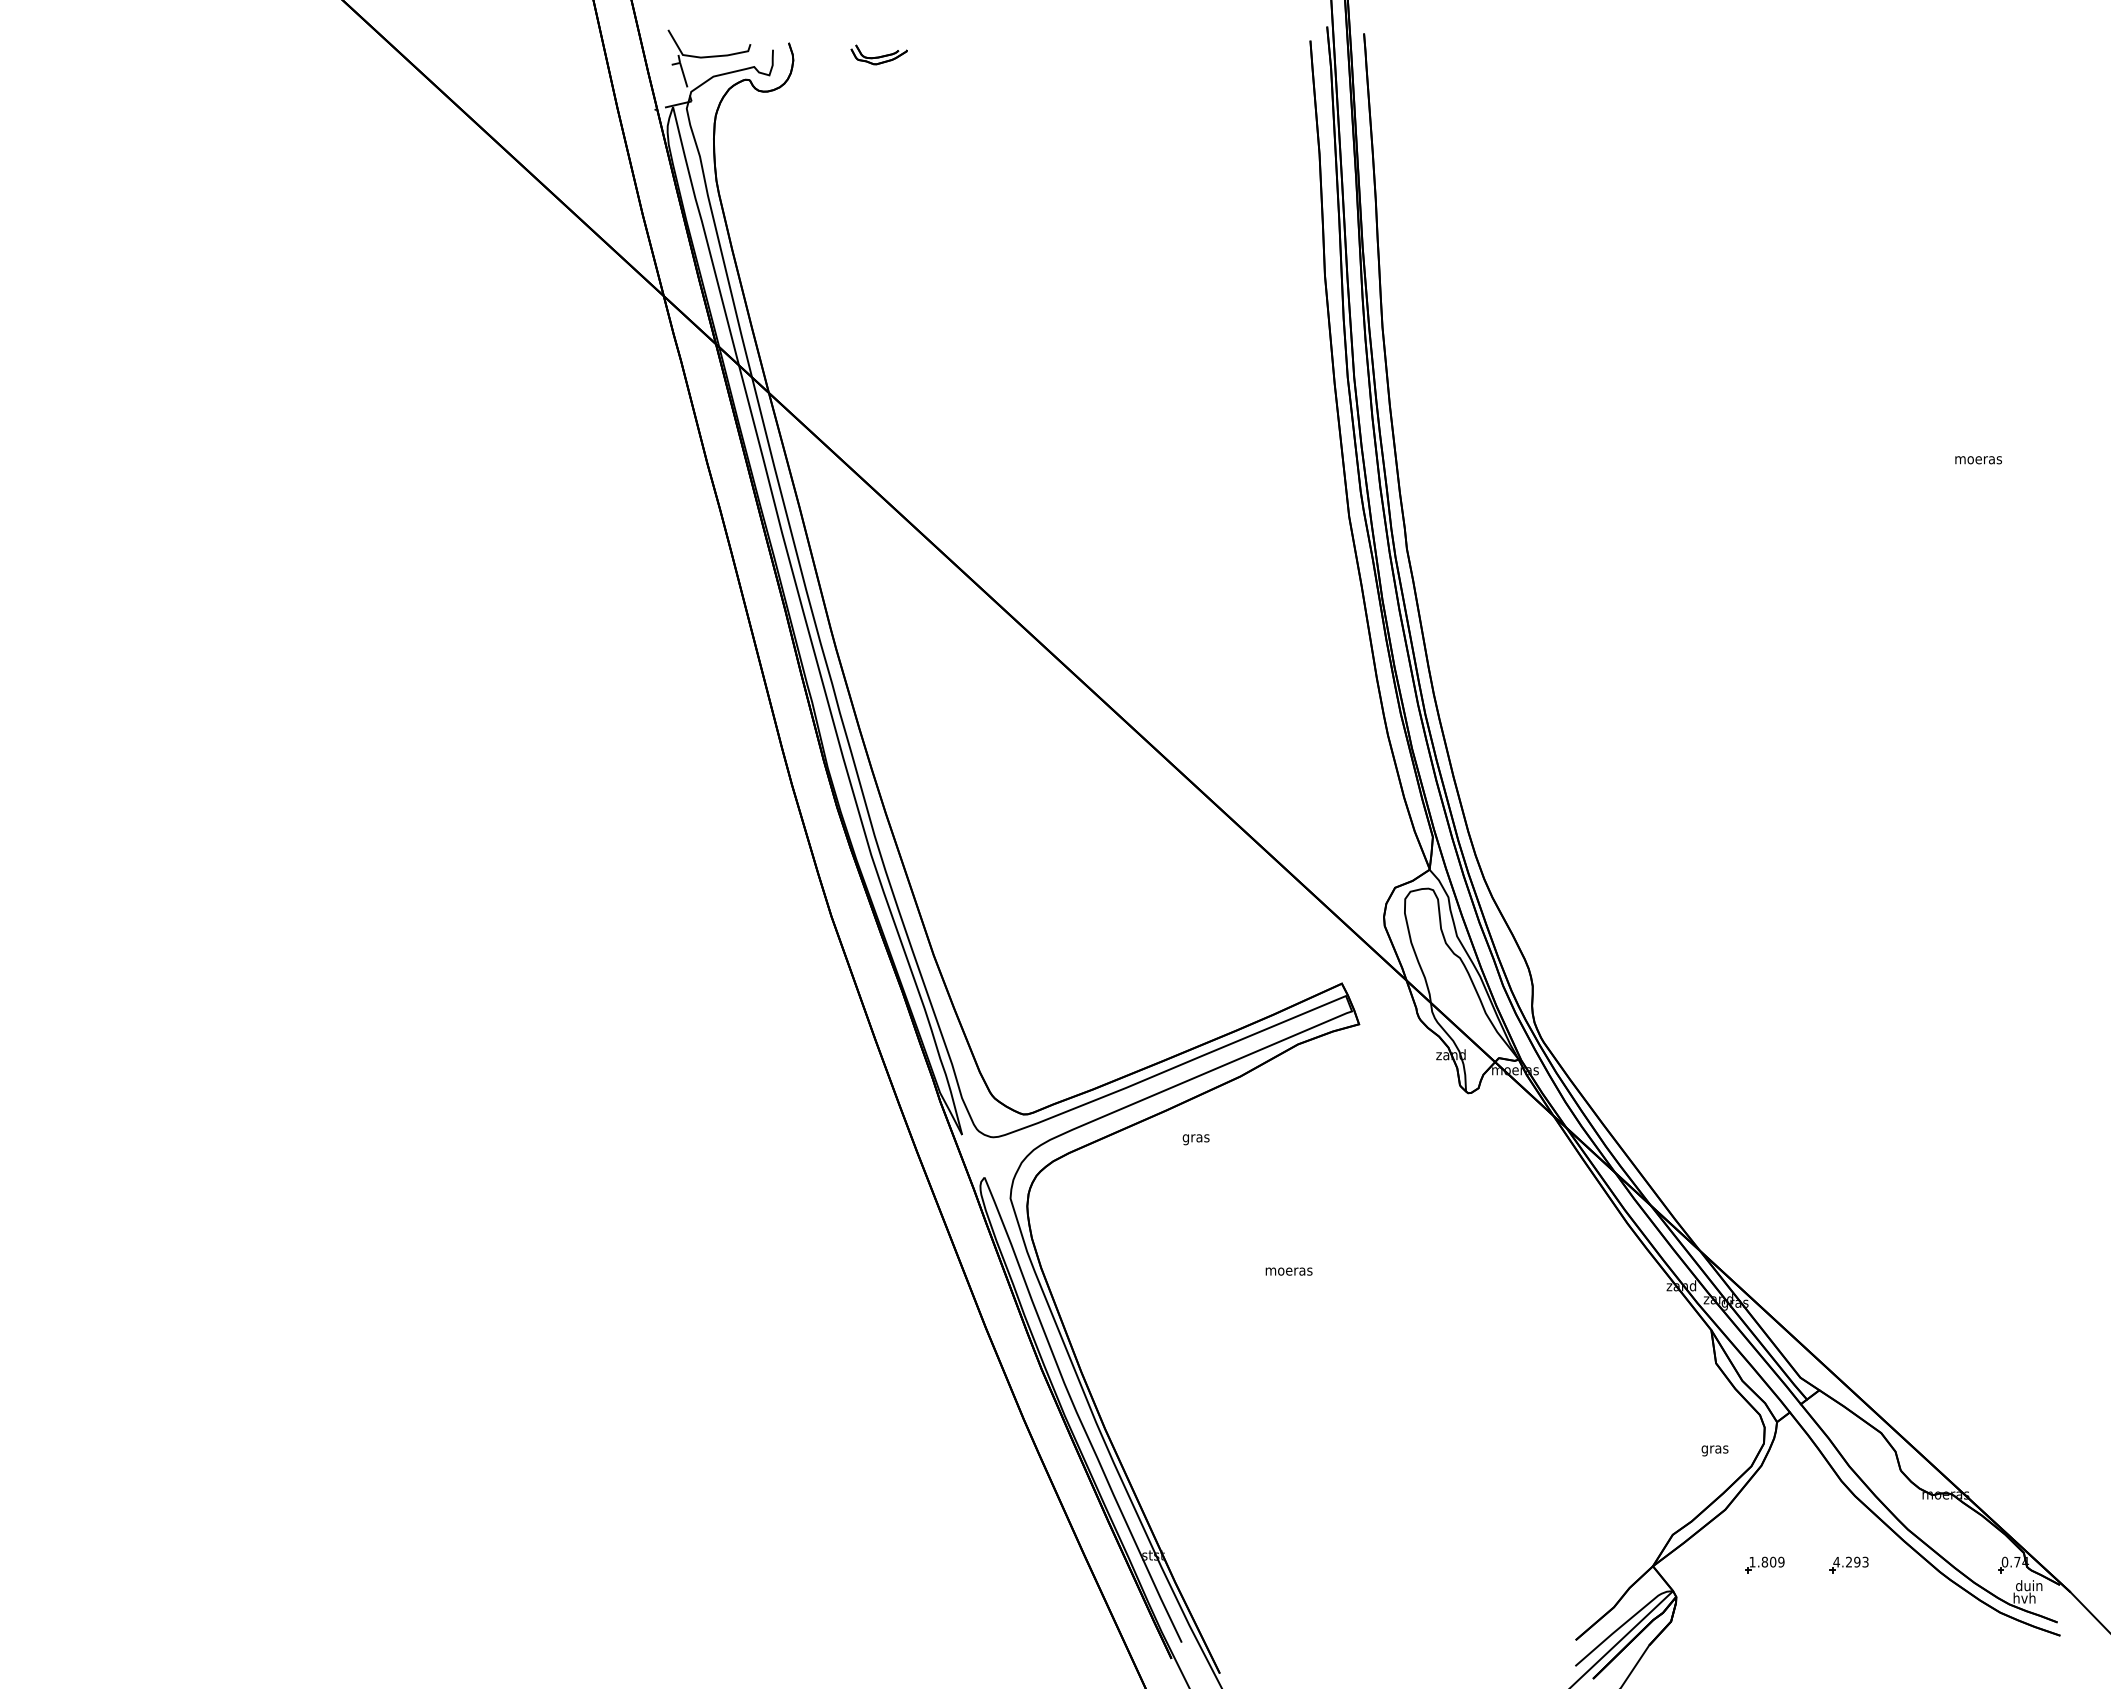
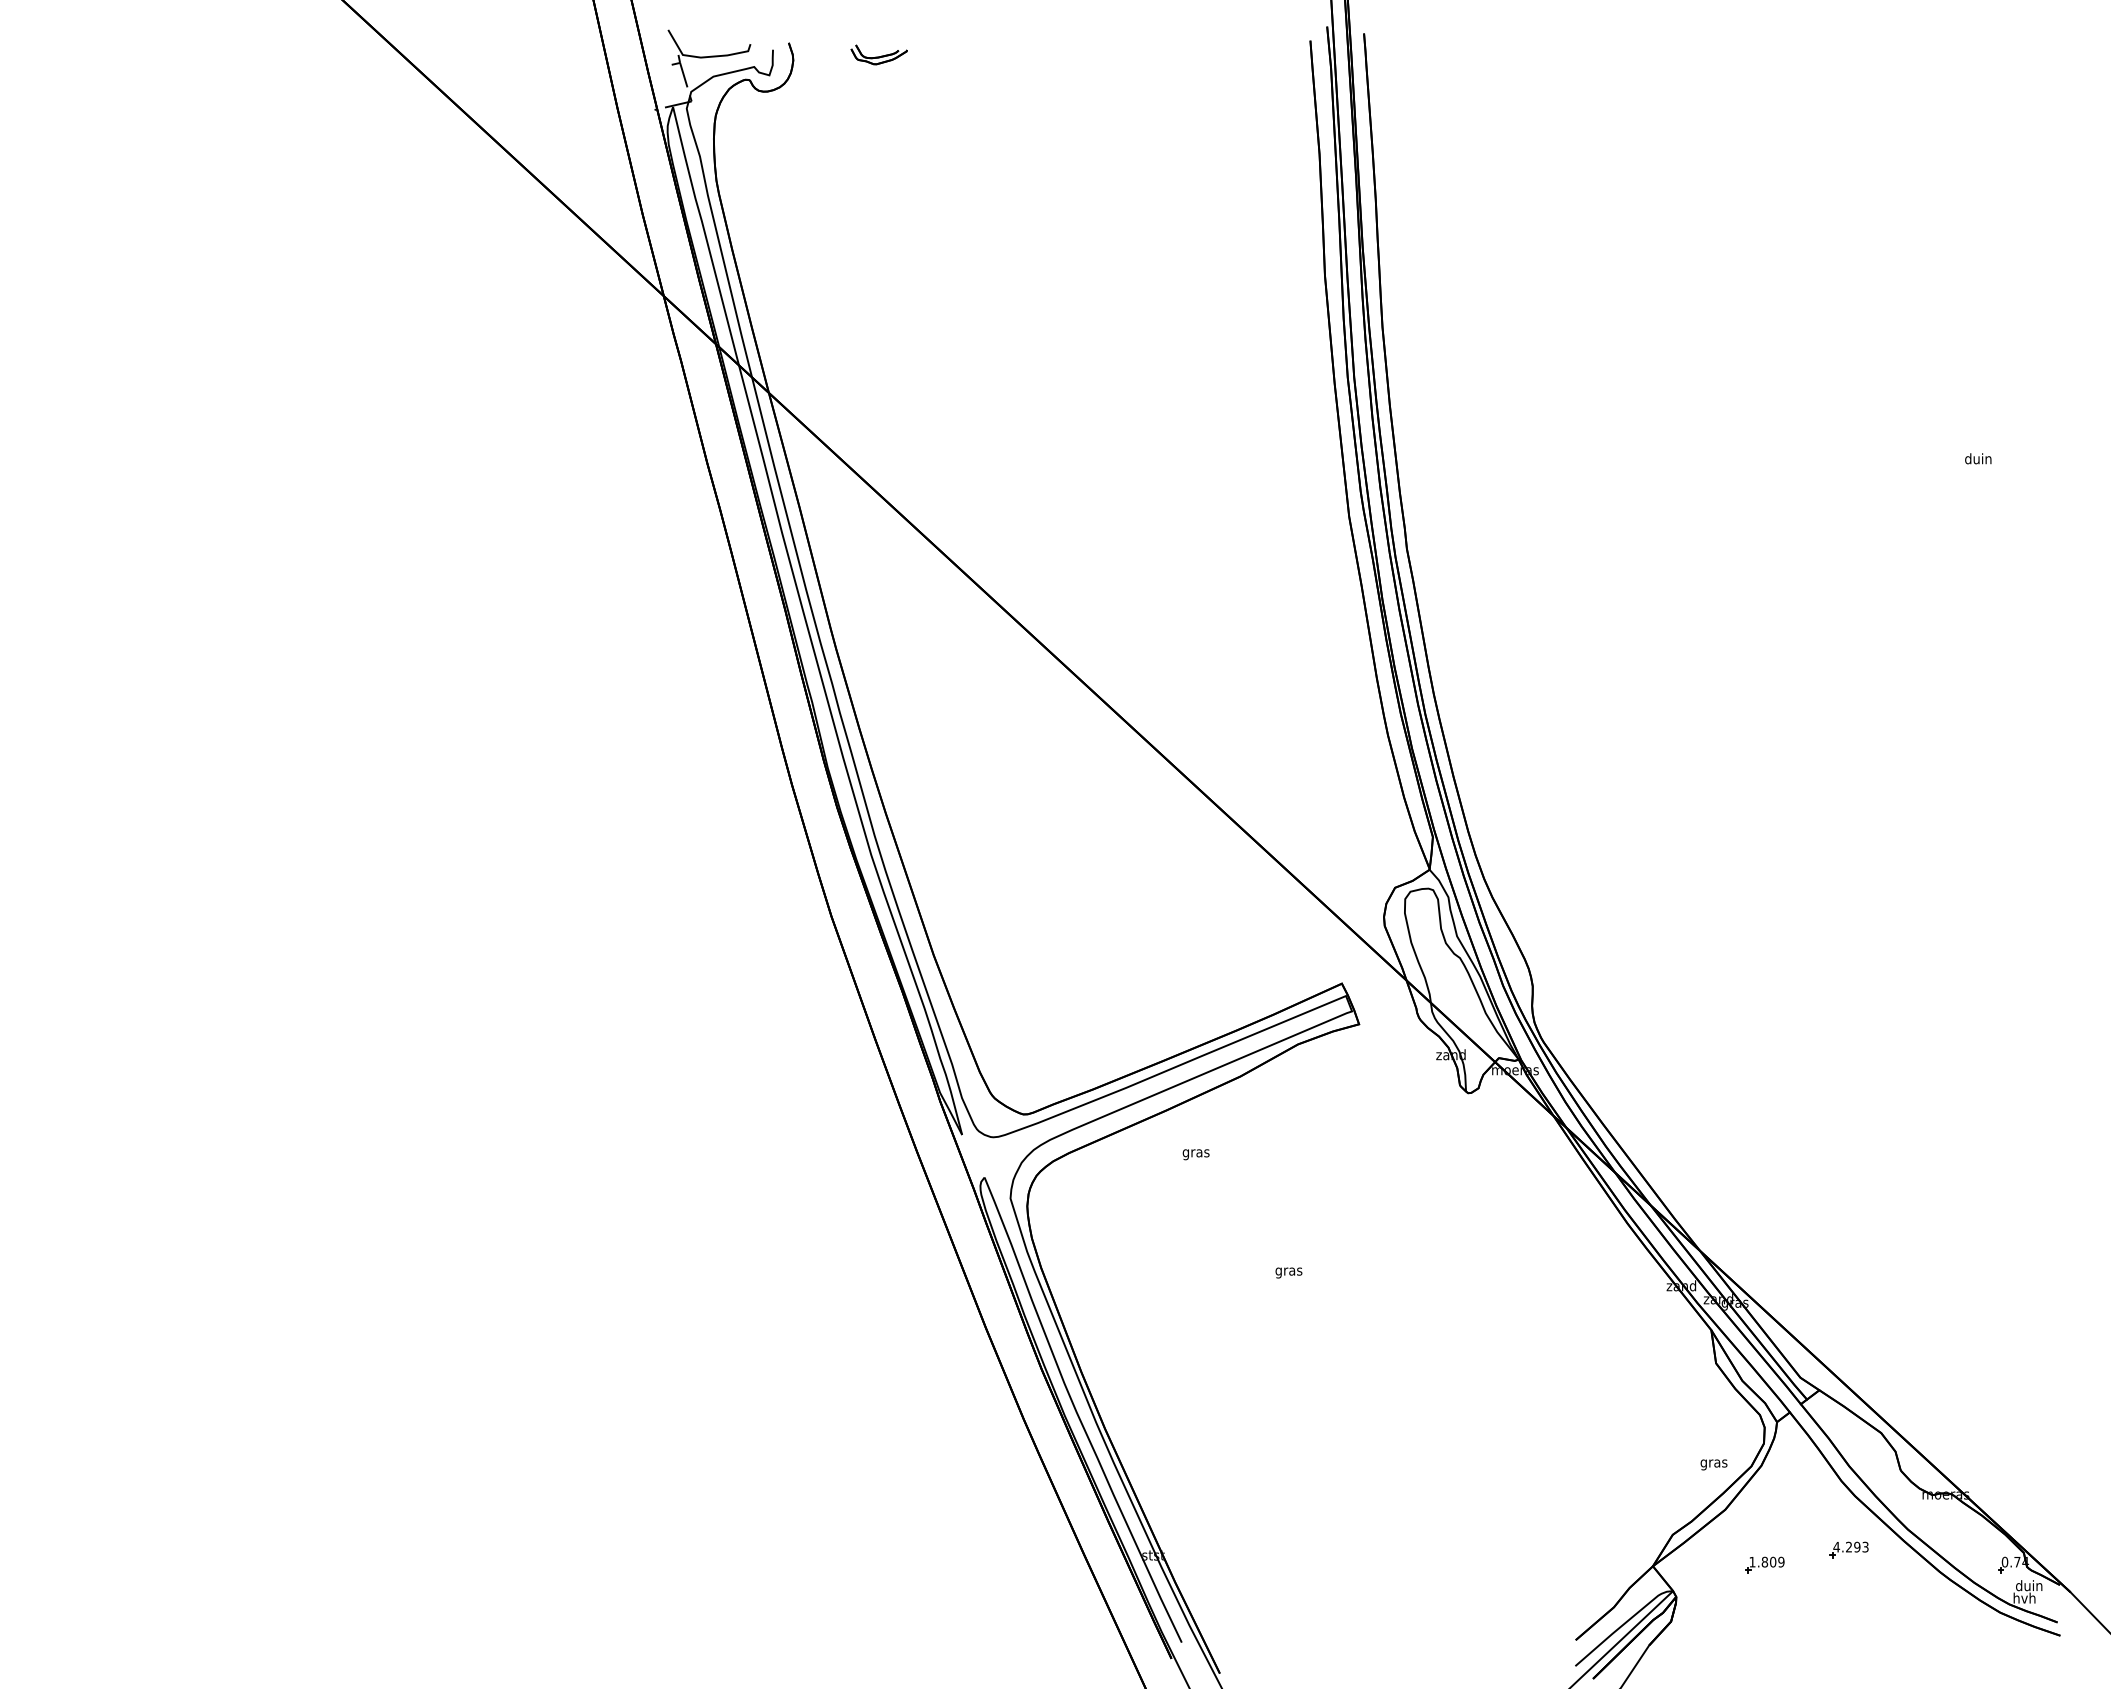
text at (1978, 458): moeras -> duin
text at (1195, 1139) position: (1195, 1139) -> (1195, 1154)
text at (1288, 1272): moeras -> gras
text at (1714, 1450) position: (1714, 1450) -> (1713, 1464)
part at (1848, 1564) position: (1848, 1564) -> (1848, 1549)
